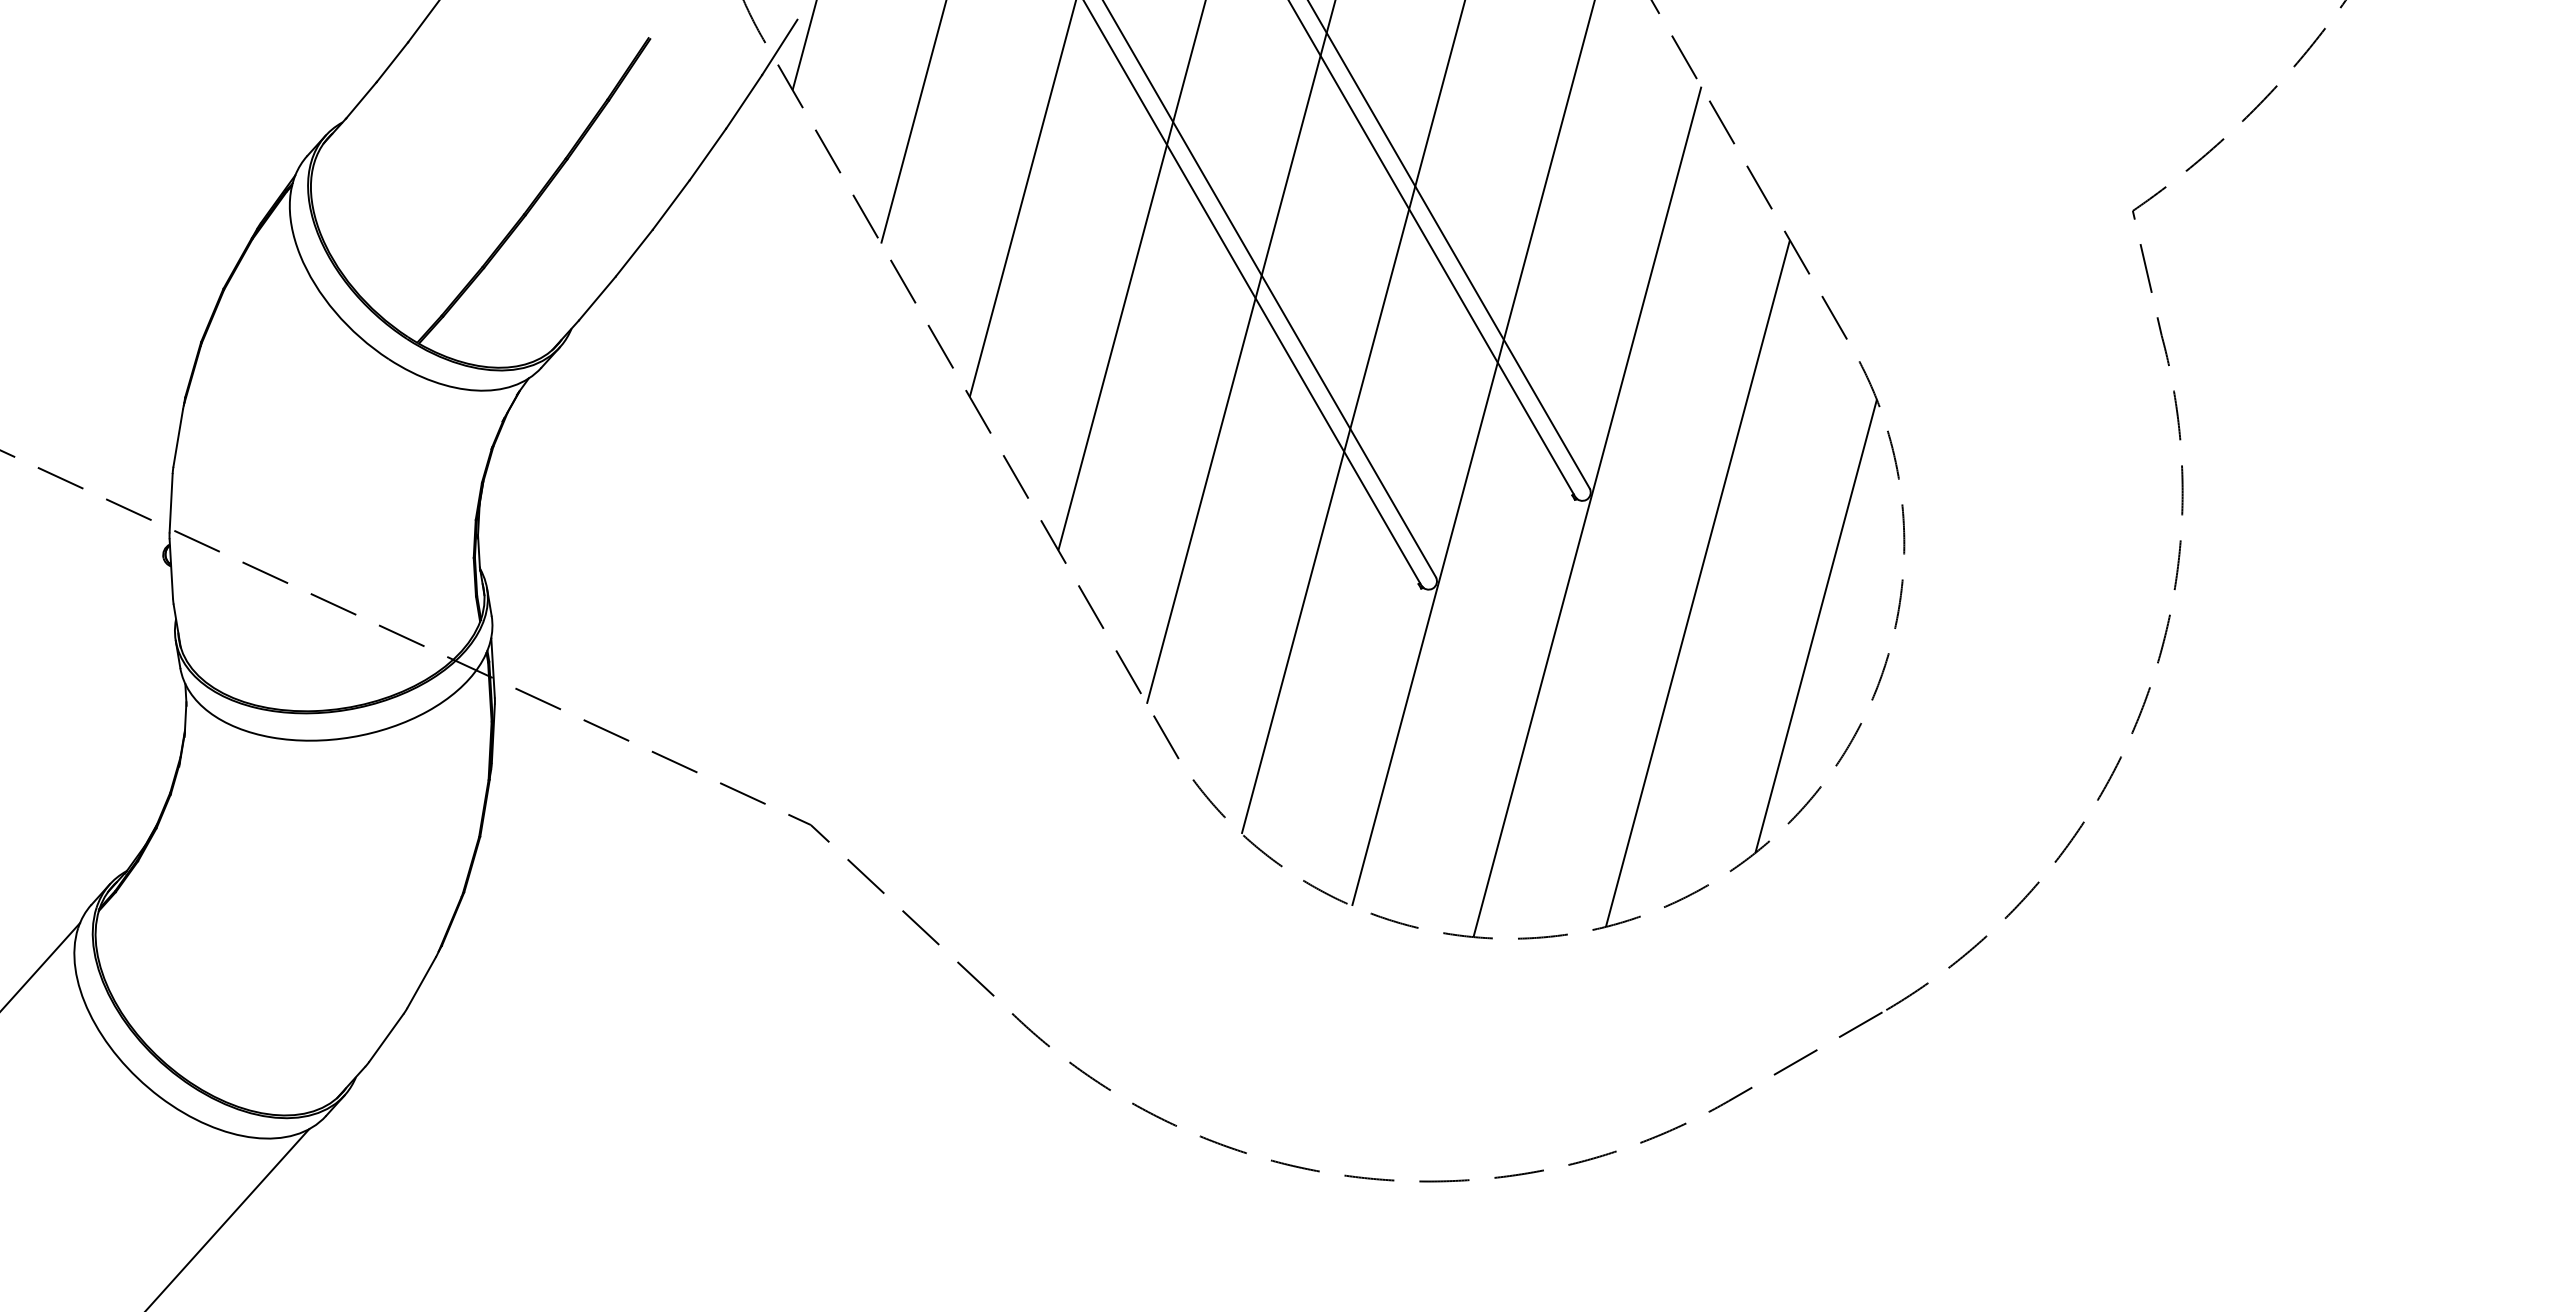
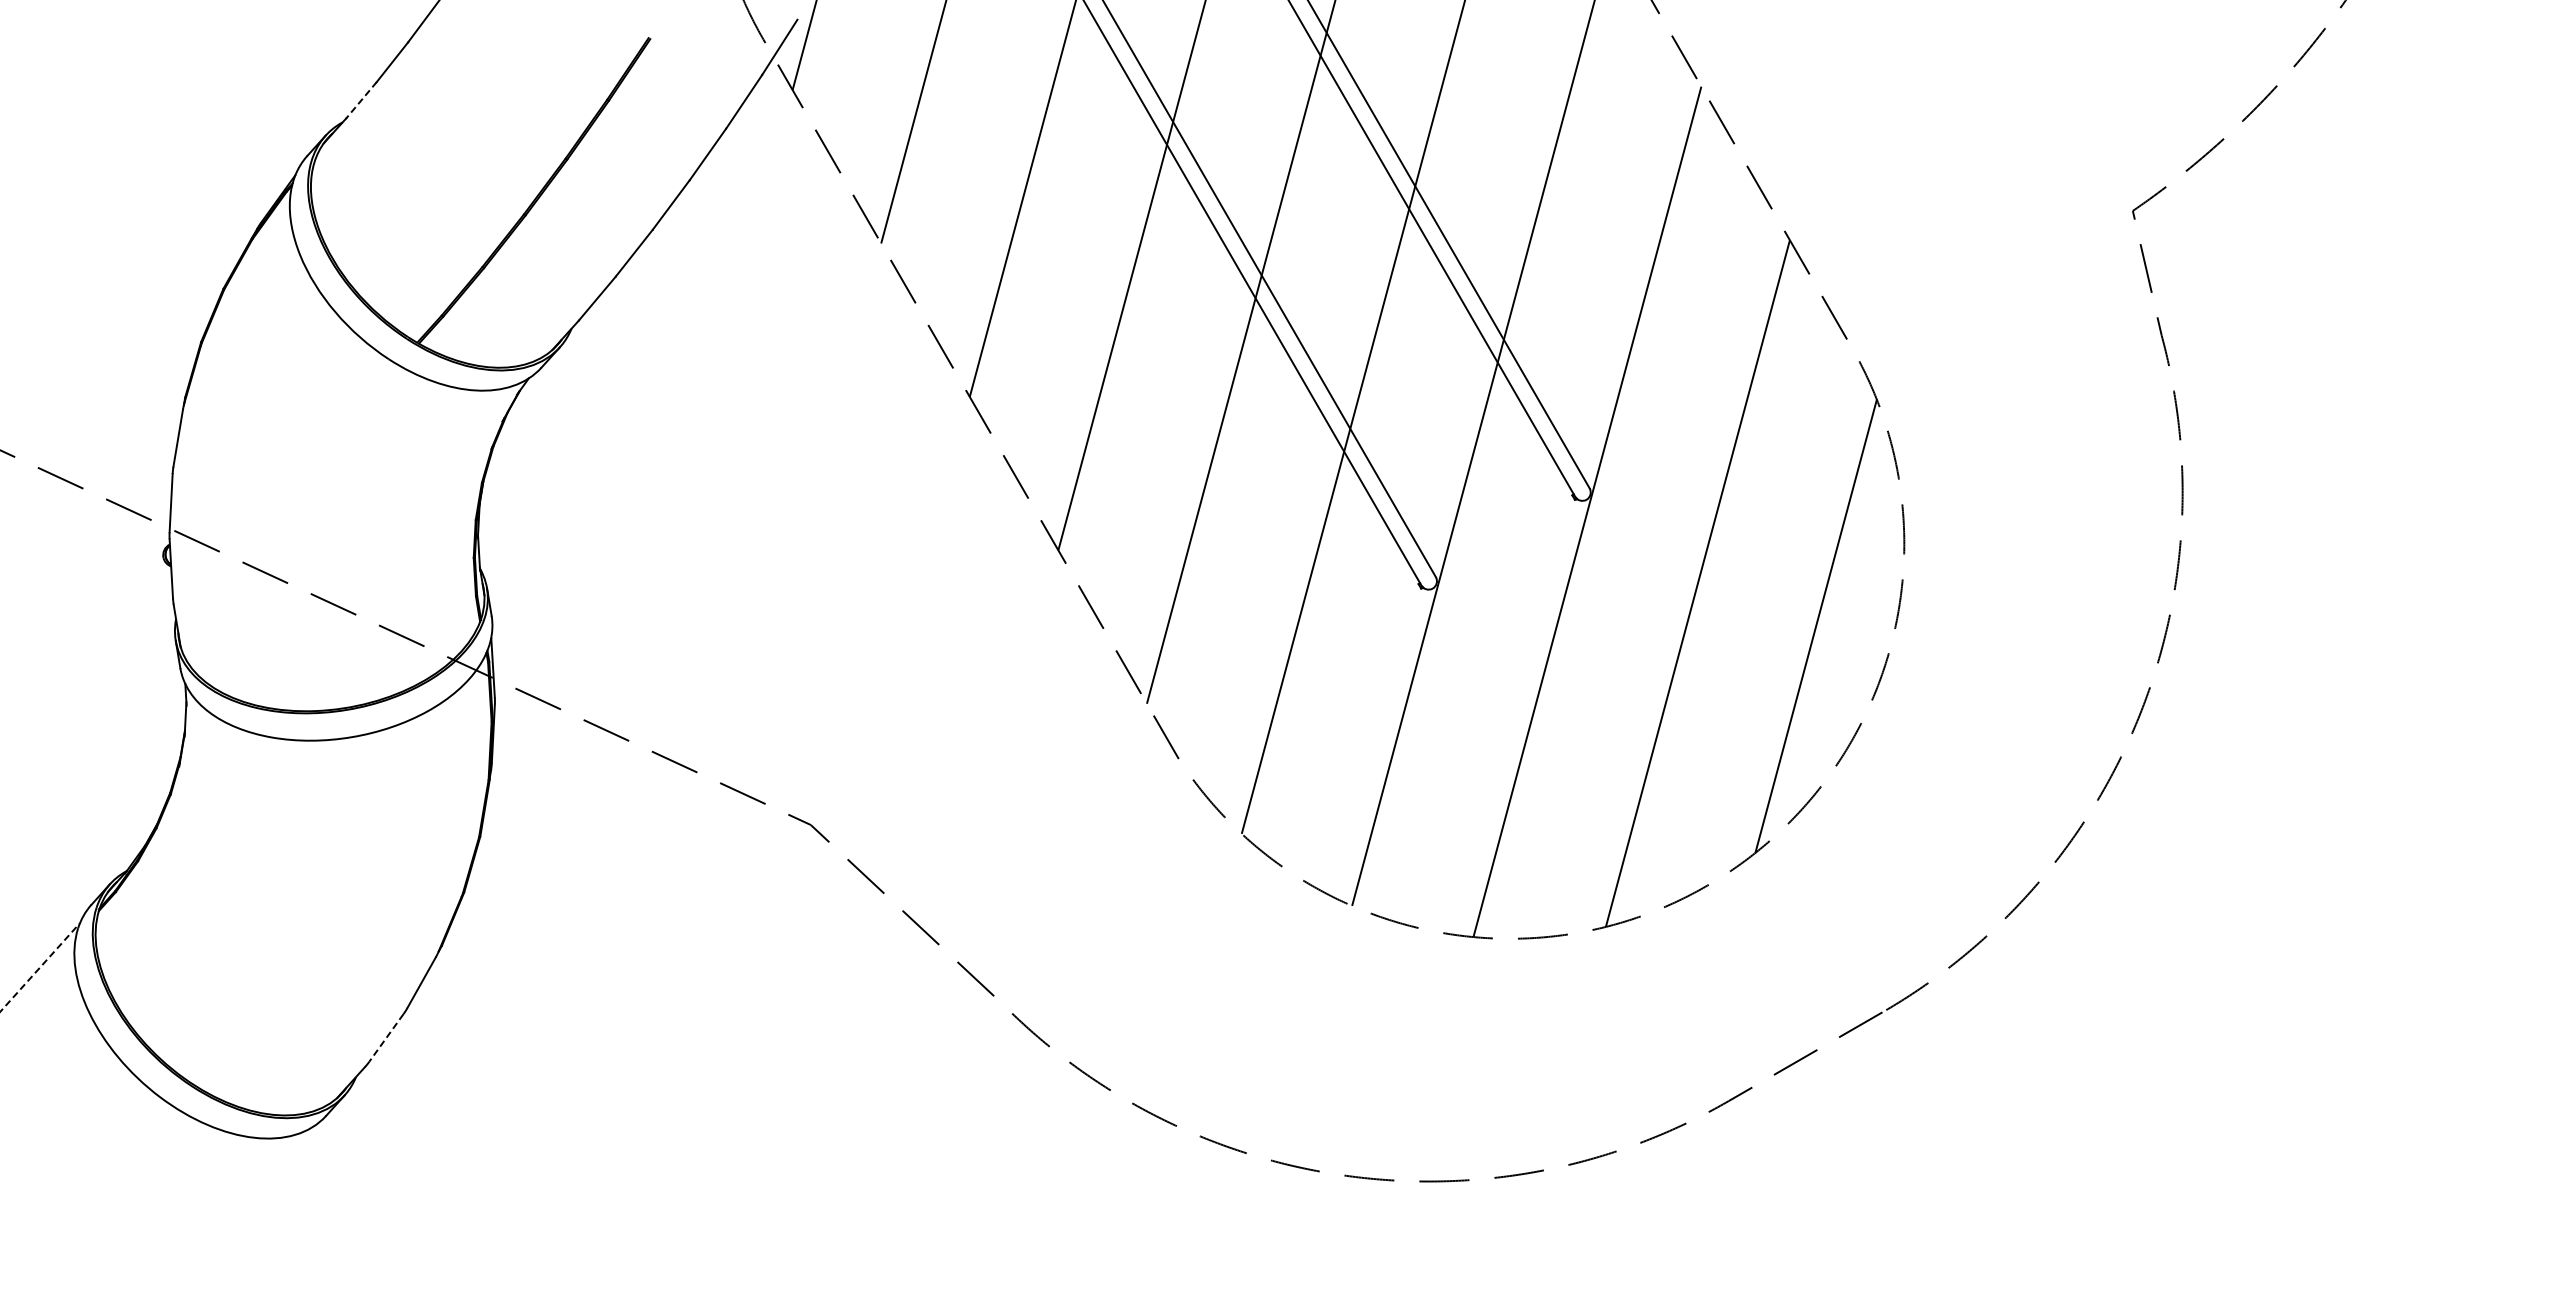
line at (361, 100): solid -> dashed
line at (40, 966): solid -> dashed
line at (386, 1038): solid -> dashed
line at (228, 1218): present -> none
